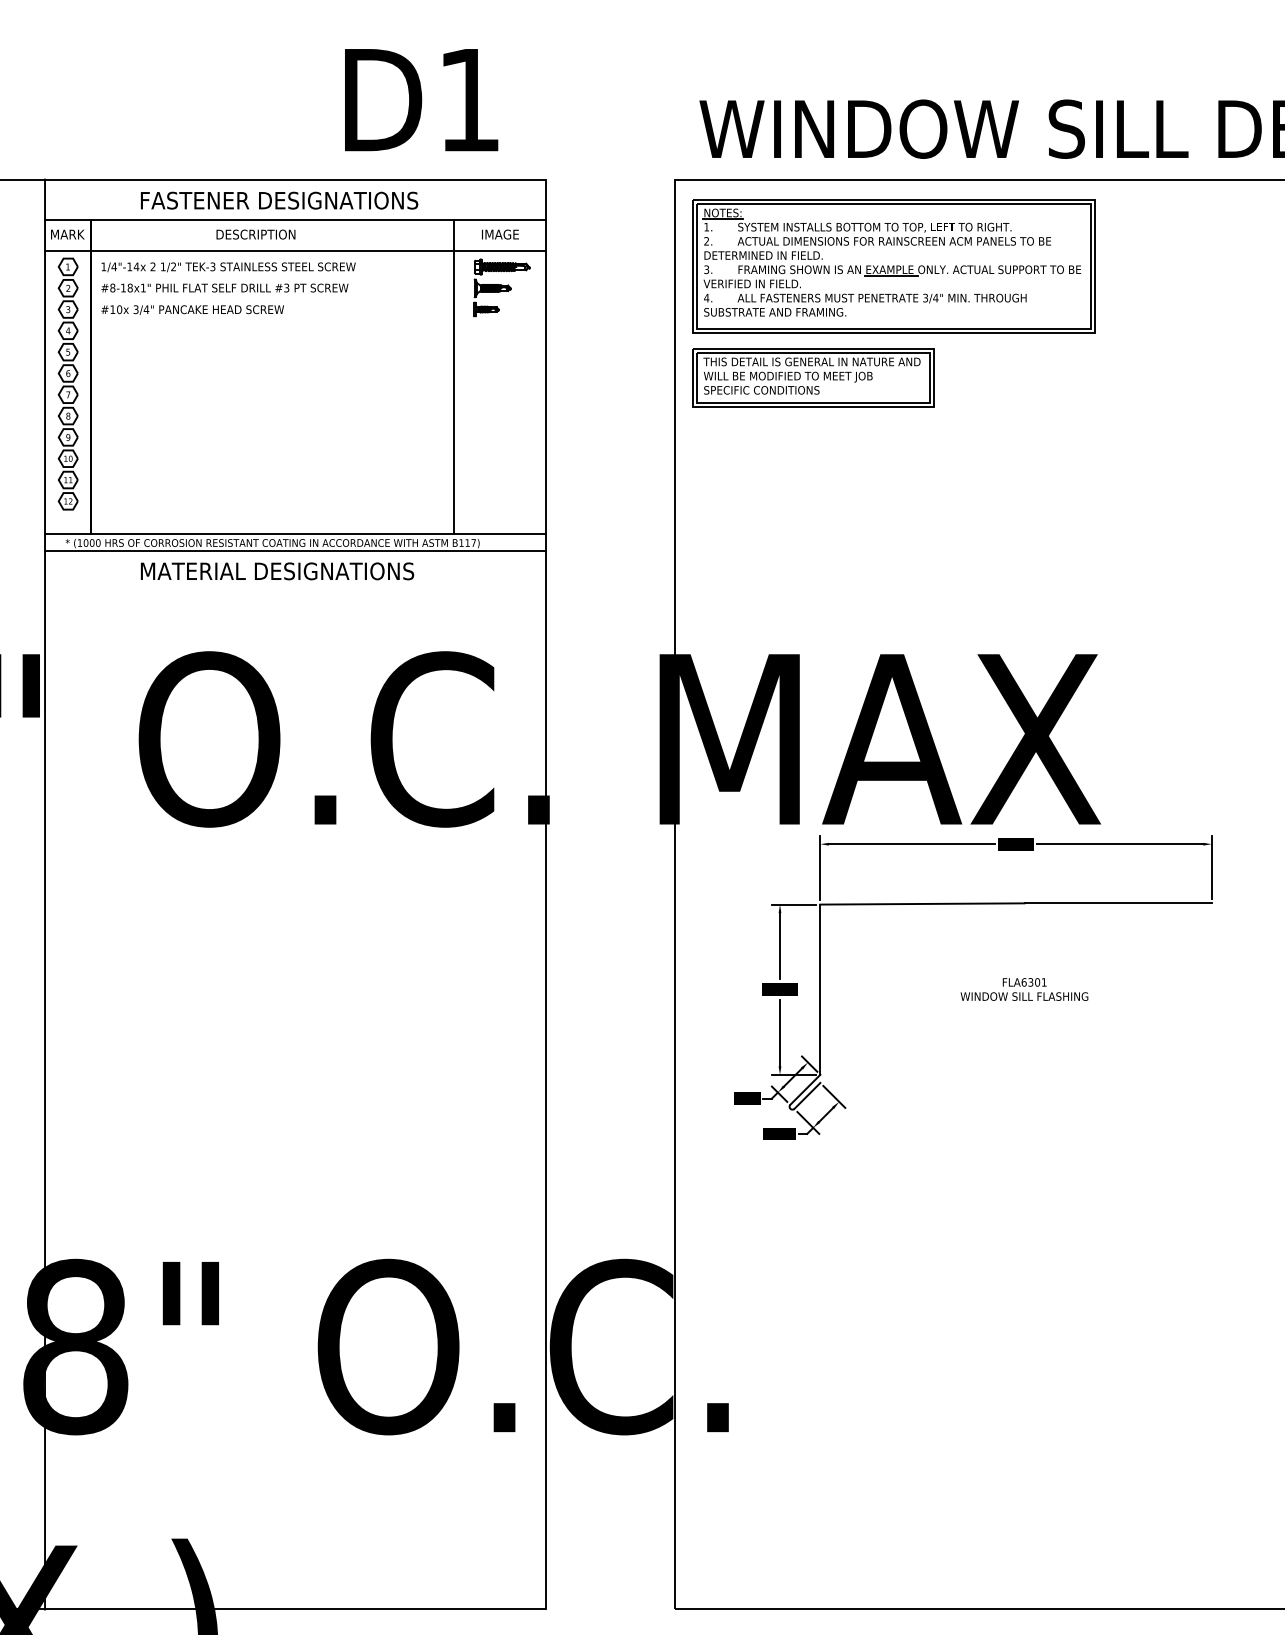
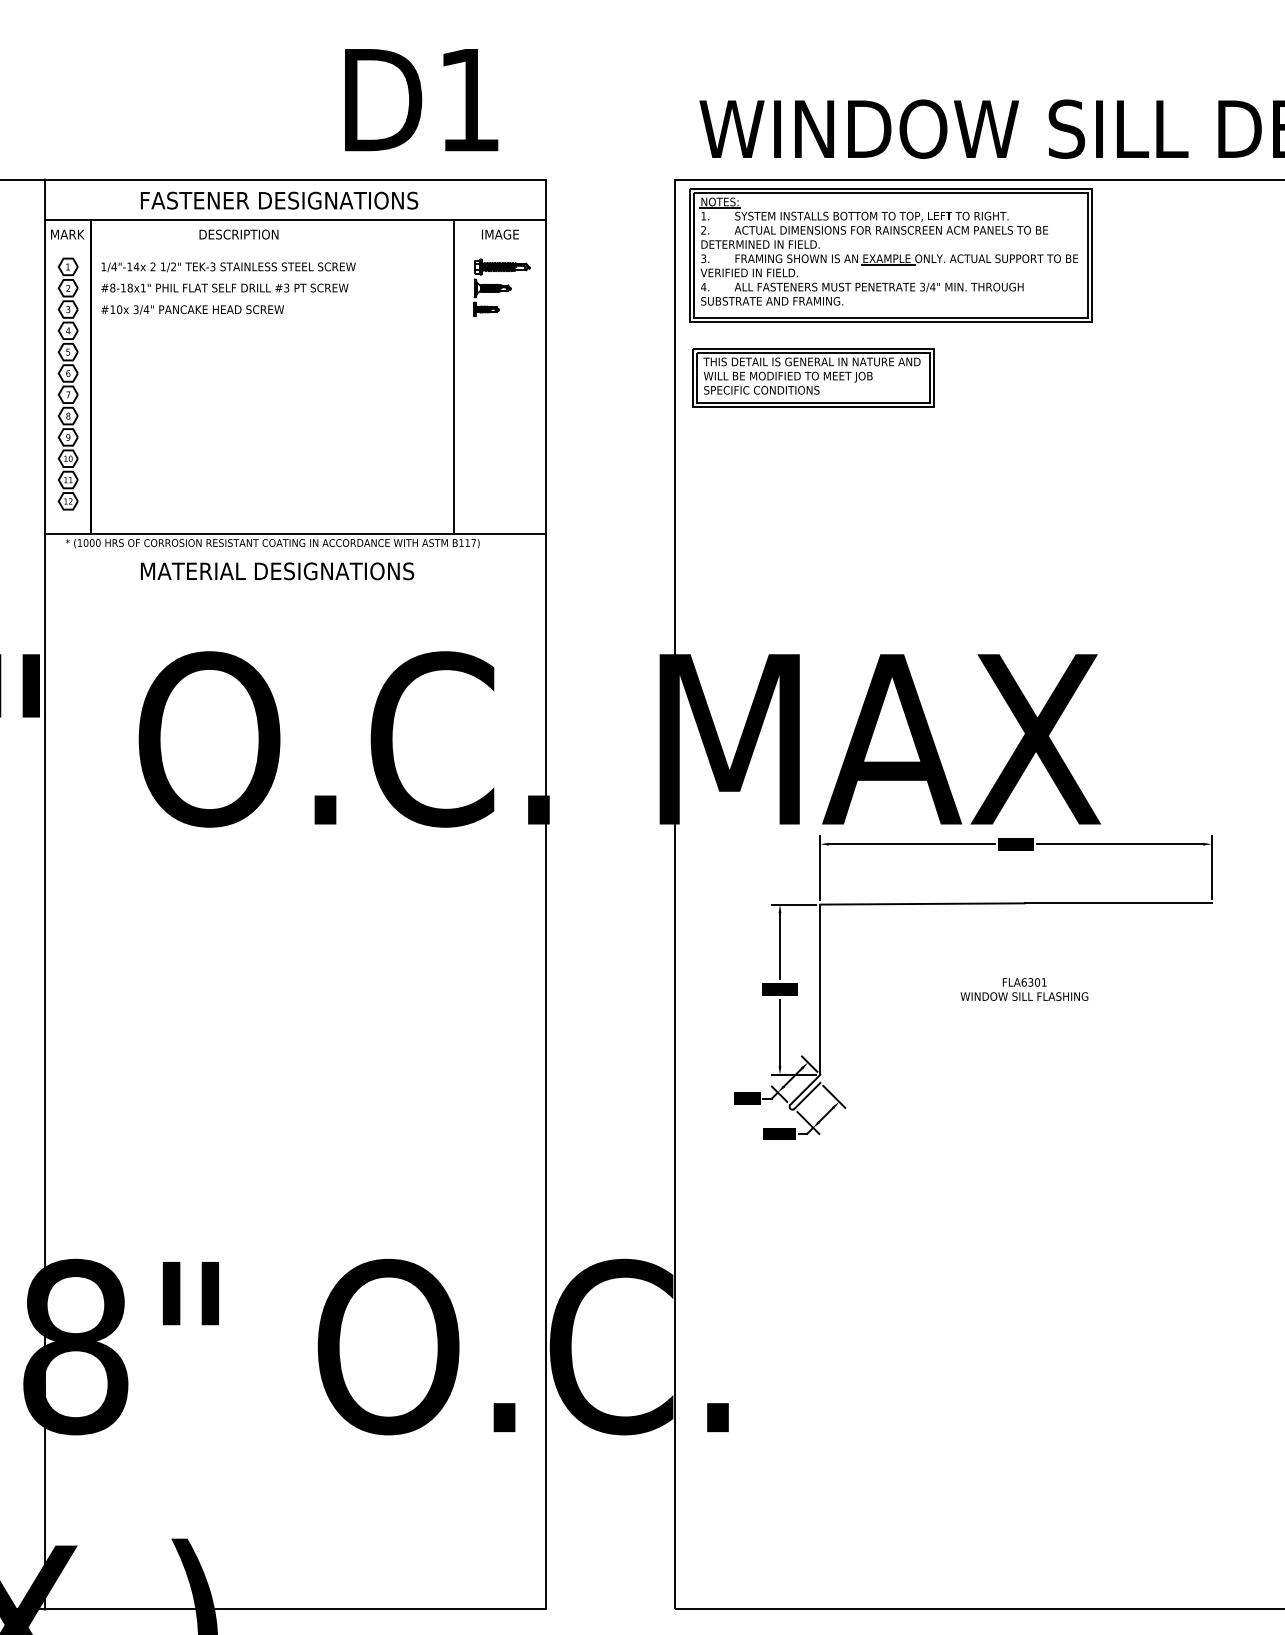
text at (255, 234) position: (255, 234) -> (238, 234)
line at (295, 251): present -> none
part at (893, 266) position: (893, 266) -> (890, 255)
line at (295, 550): present -> none
